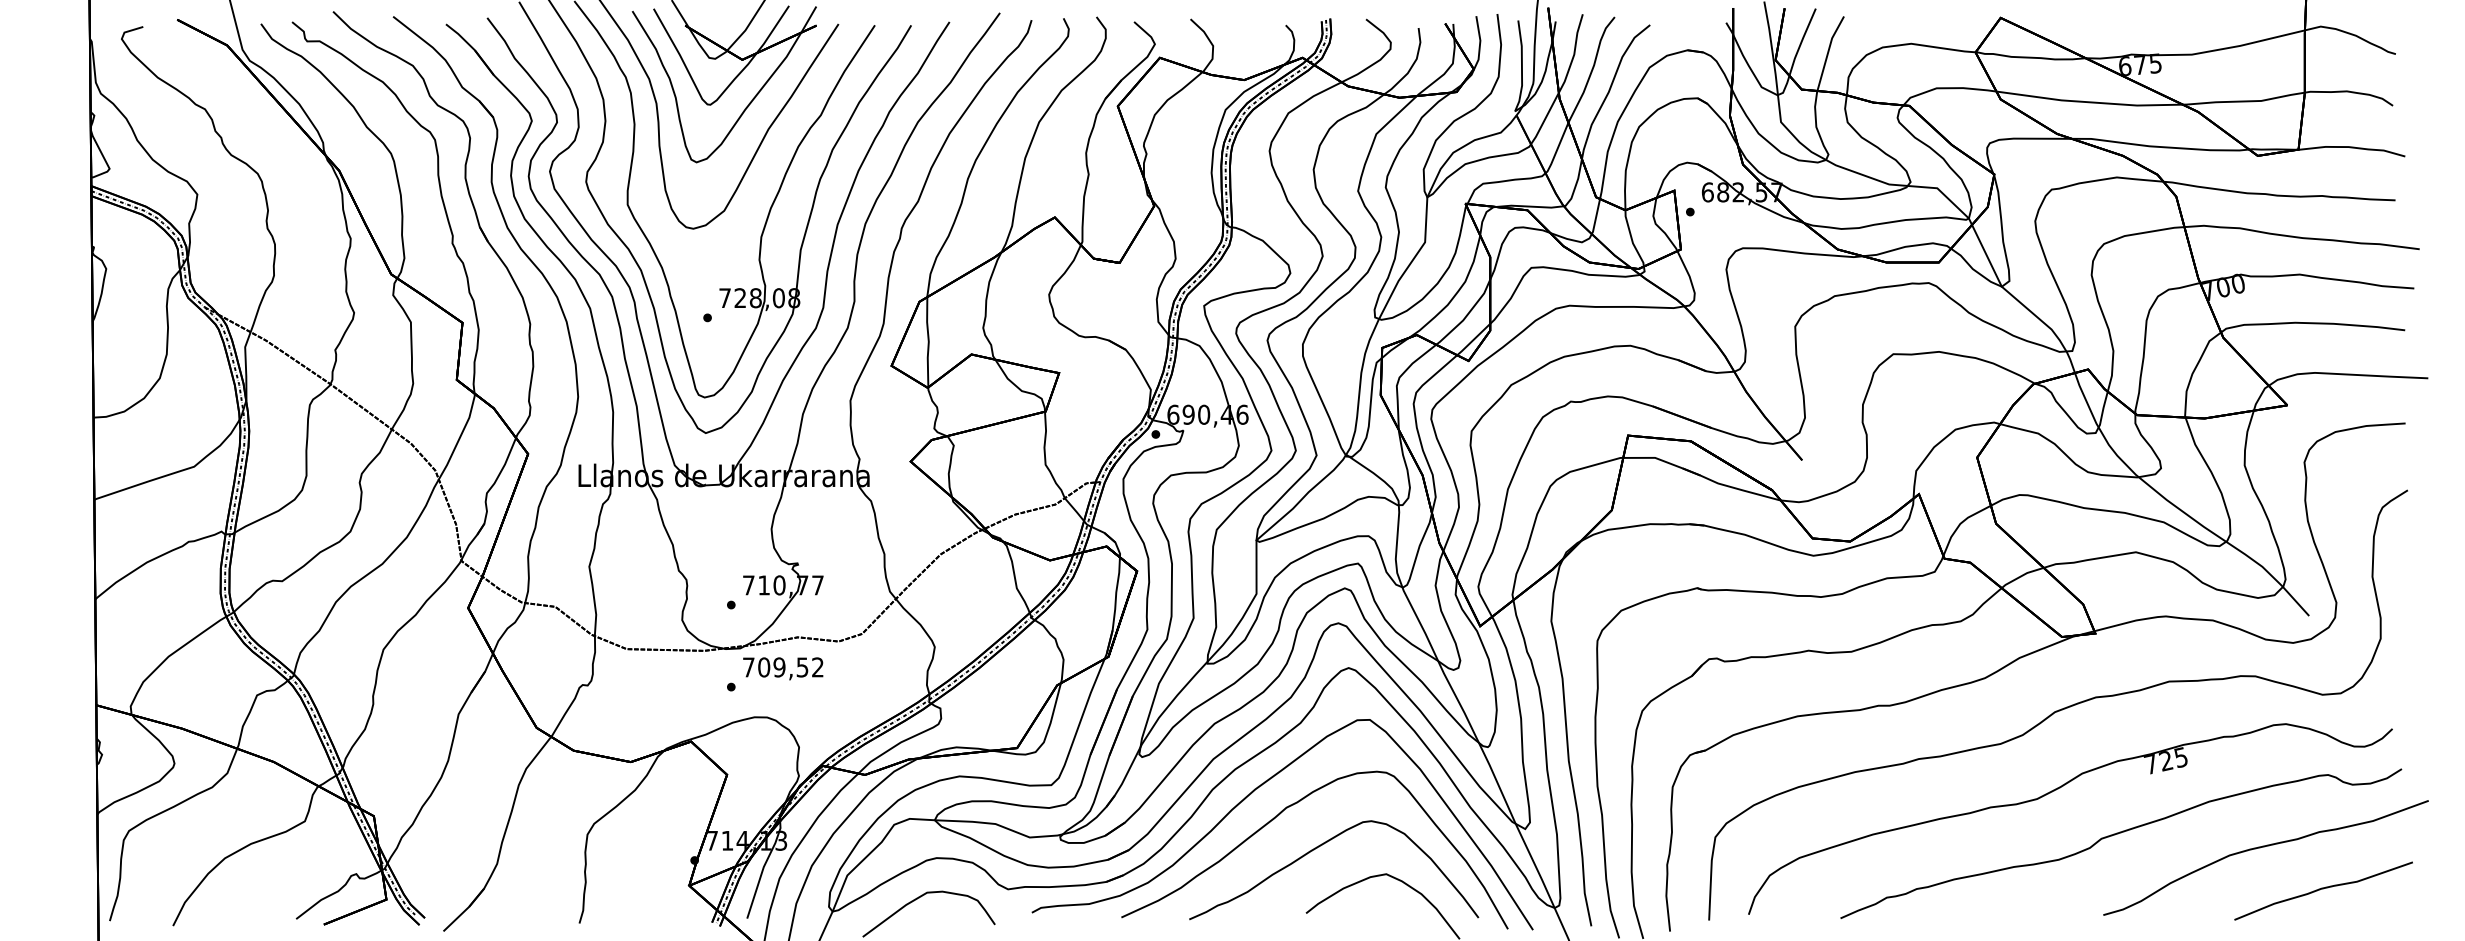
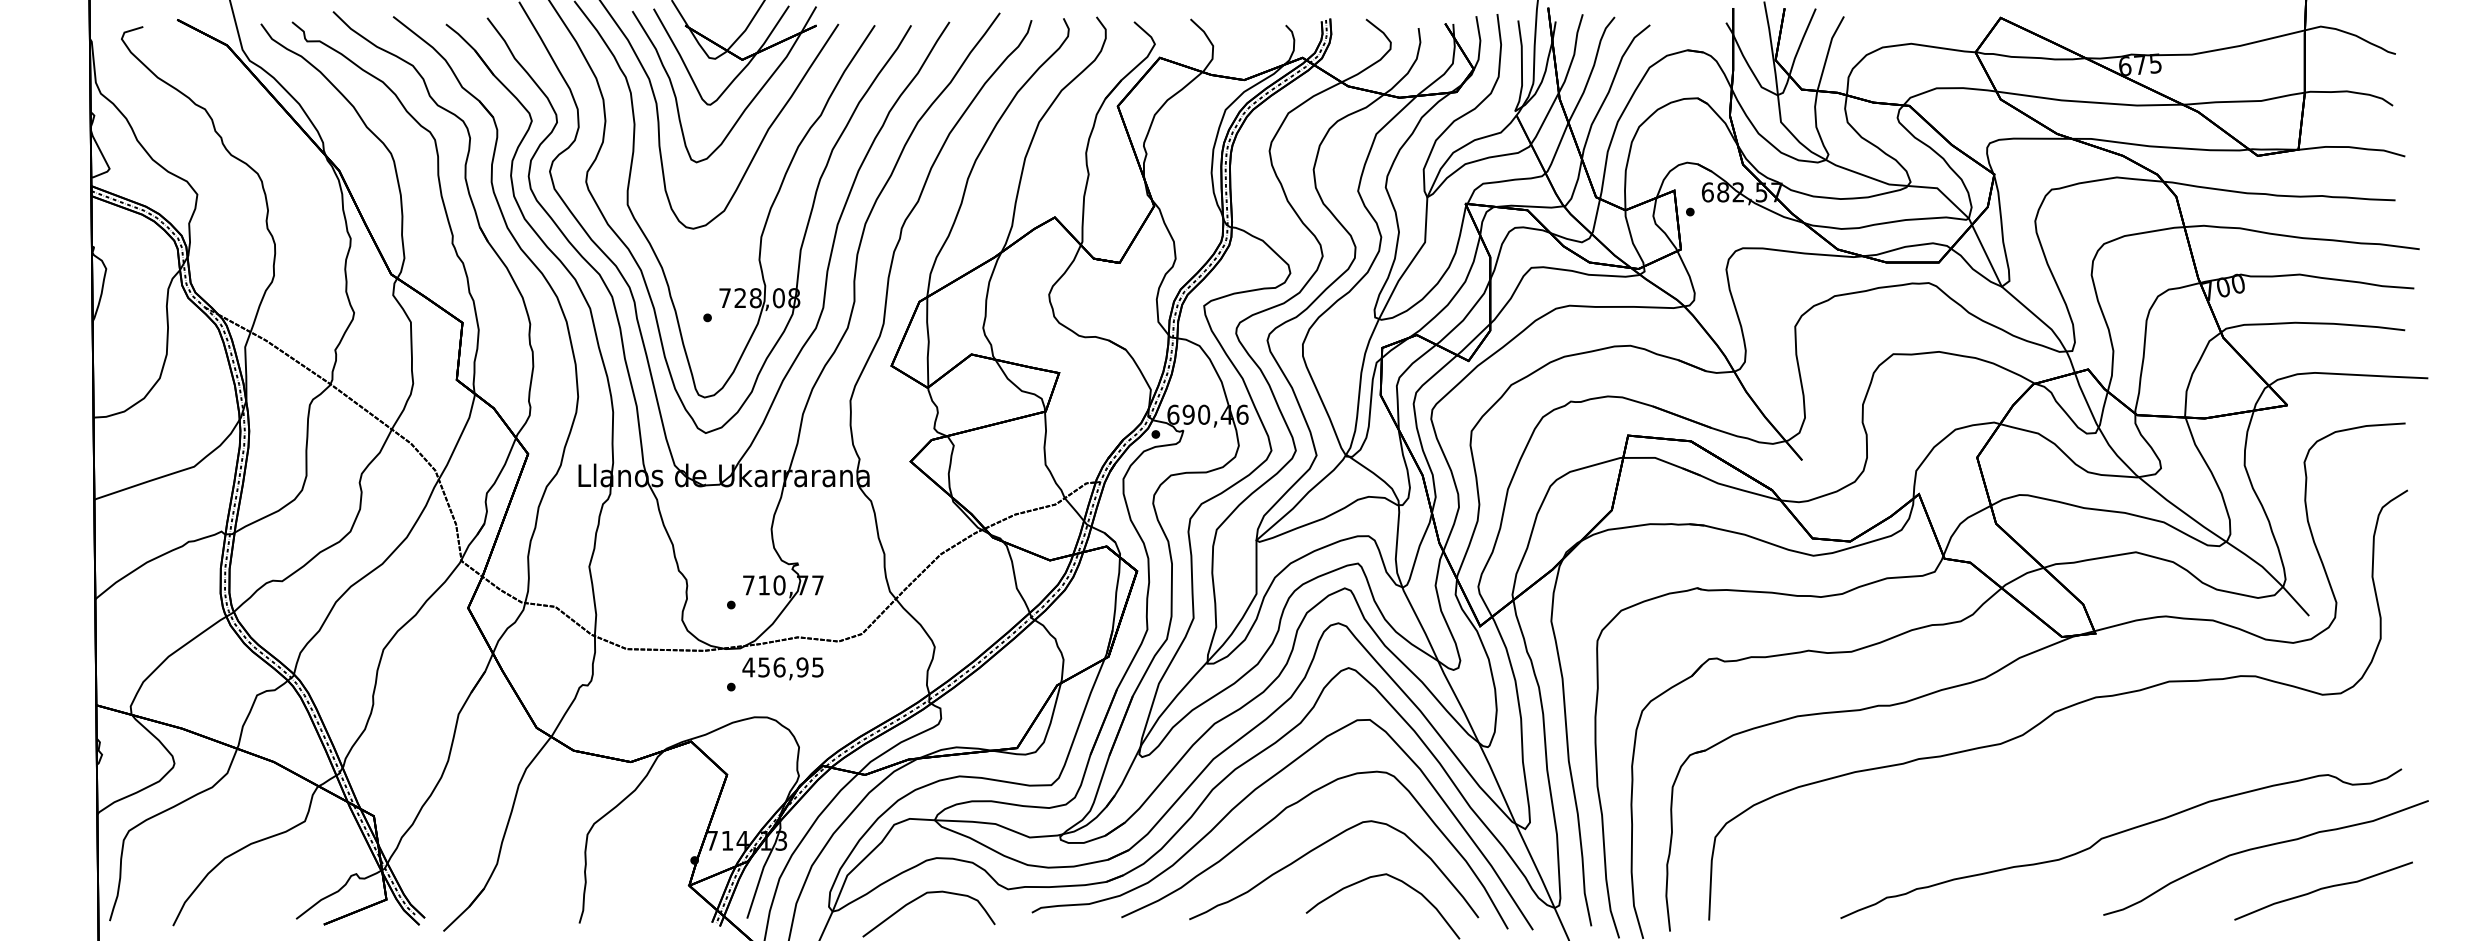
text at (782, 667): 709,52 -> 456,95
part at (2056, 790): present -> none
